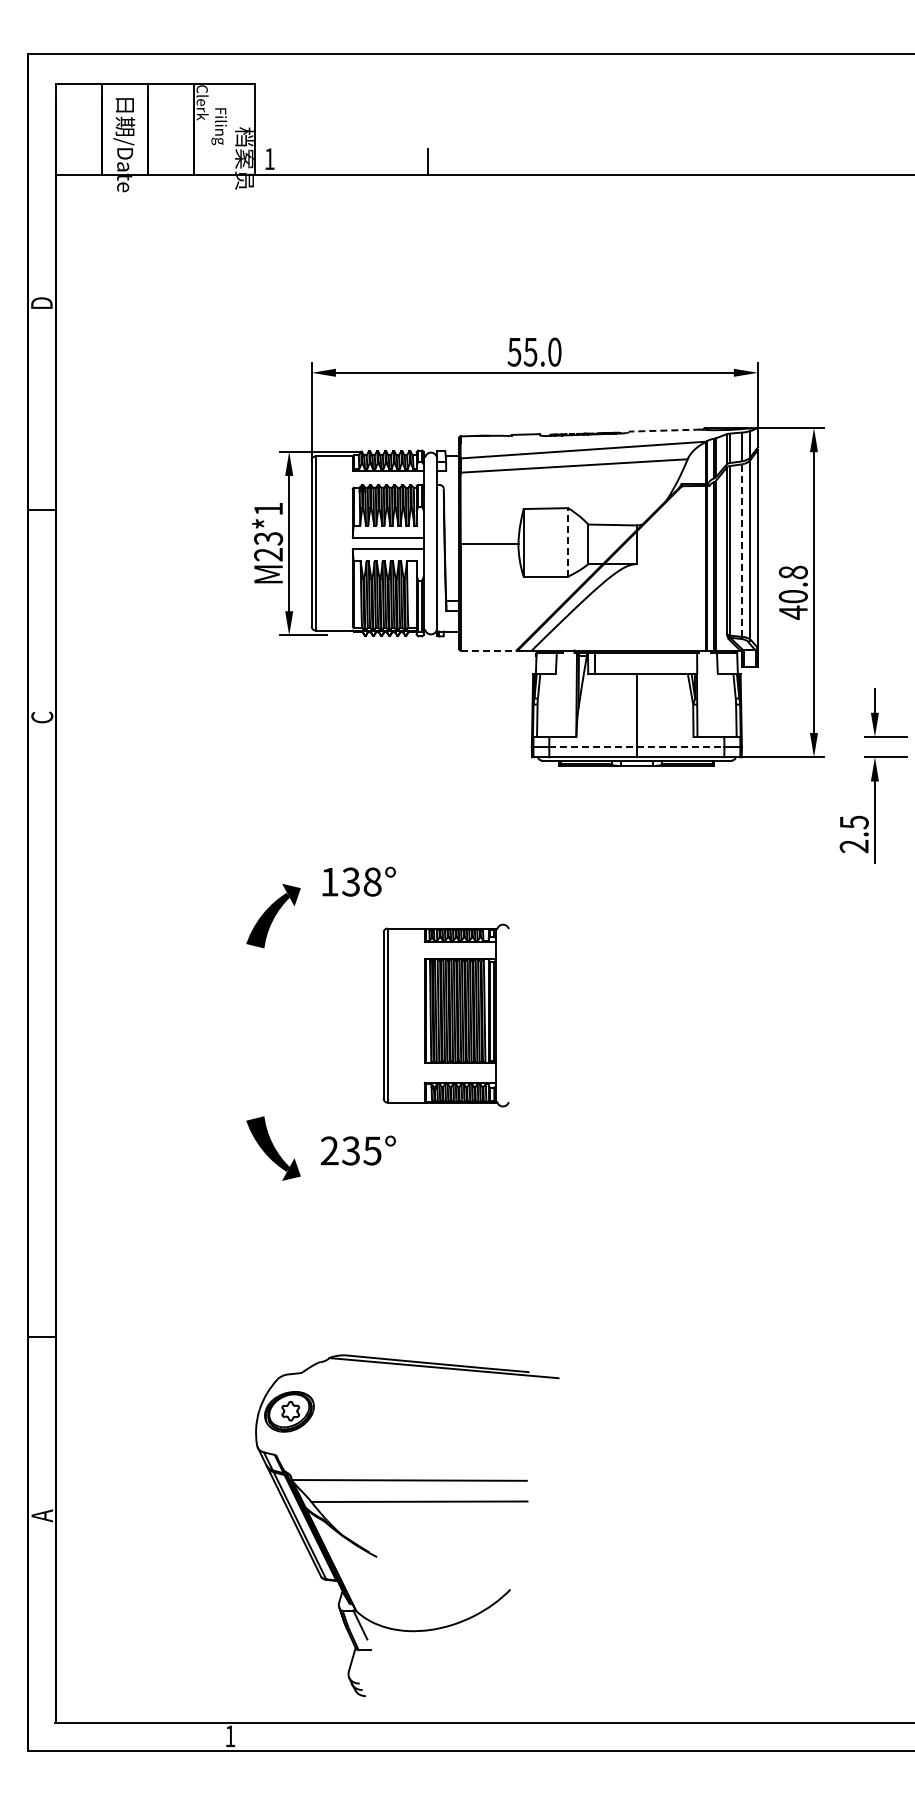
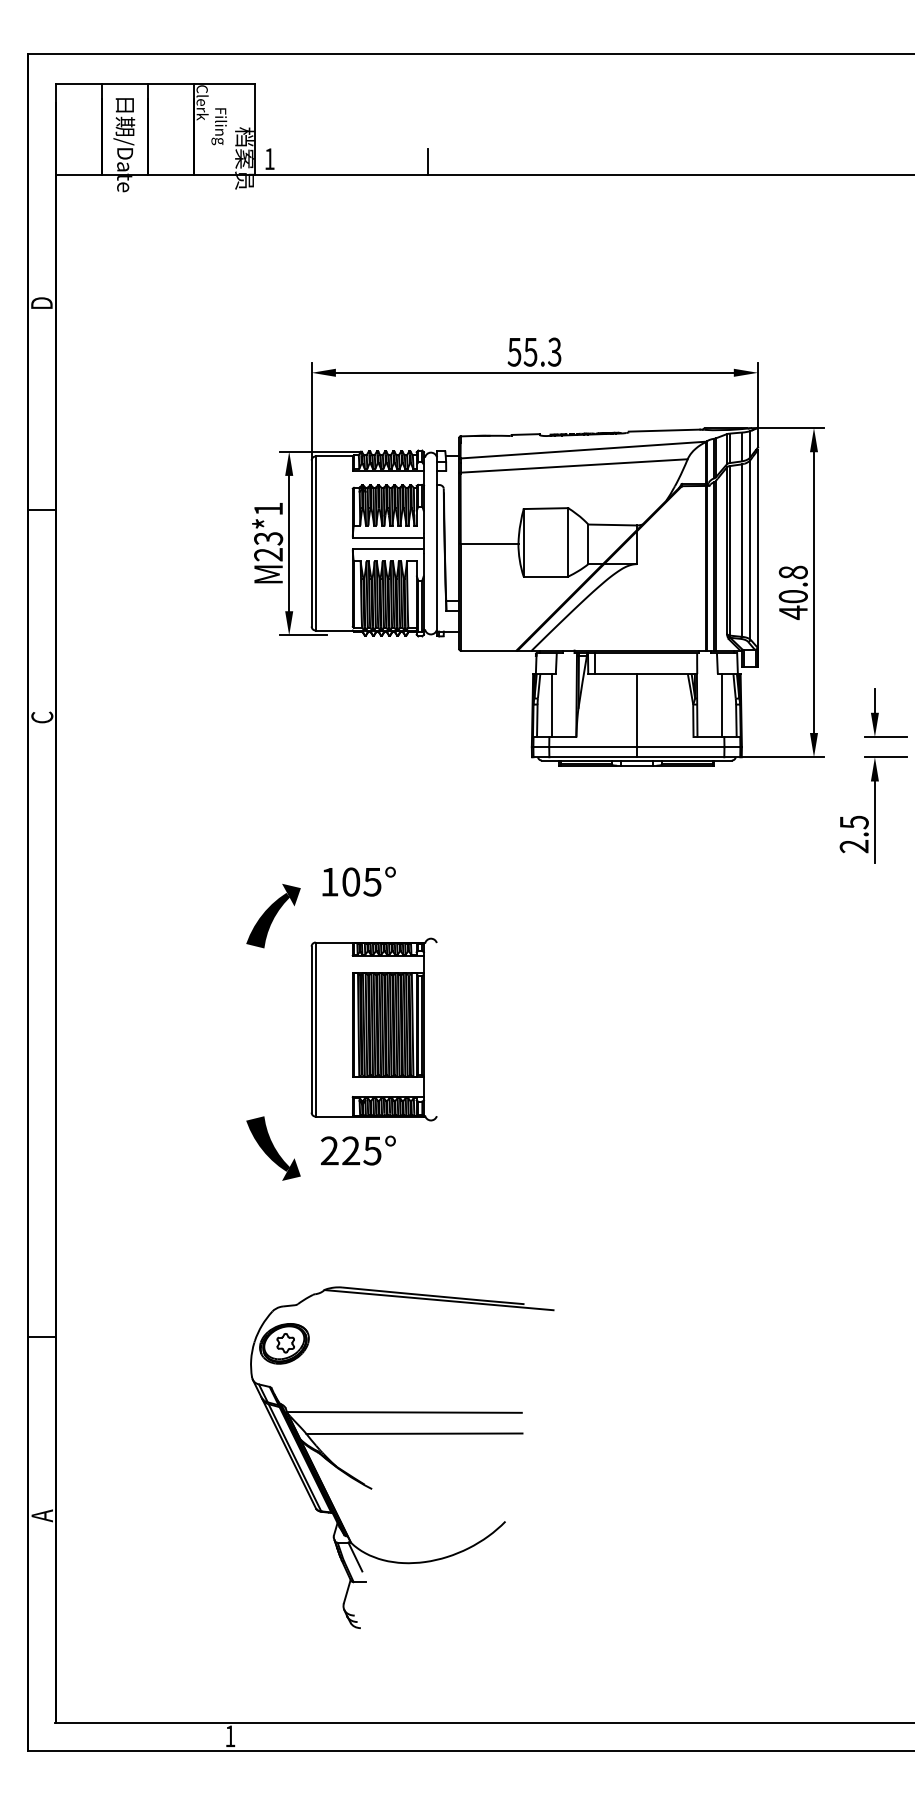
text at (554, 351): 55.0 -> 55.3
line at (664, 430): dashed -> solid
line at (568, 541): dashed -> solid
line at (741, 550): dashed -> solid
line at (488, 650): dashed -> solid
line at (552, 705): none -> present
line at (721, 705): none -> present
line at (636, 747): dashed -> solid
text at (361, 881): 138° -> 105°
part at (445, 1015) position: (445, 1015) -> (373, 1029)
text at (350, 1150): 235° -> 225°
part at (407, 1502) position: (407, 1502) -> (402, 1434)
